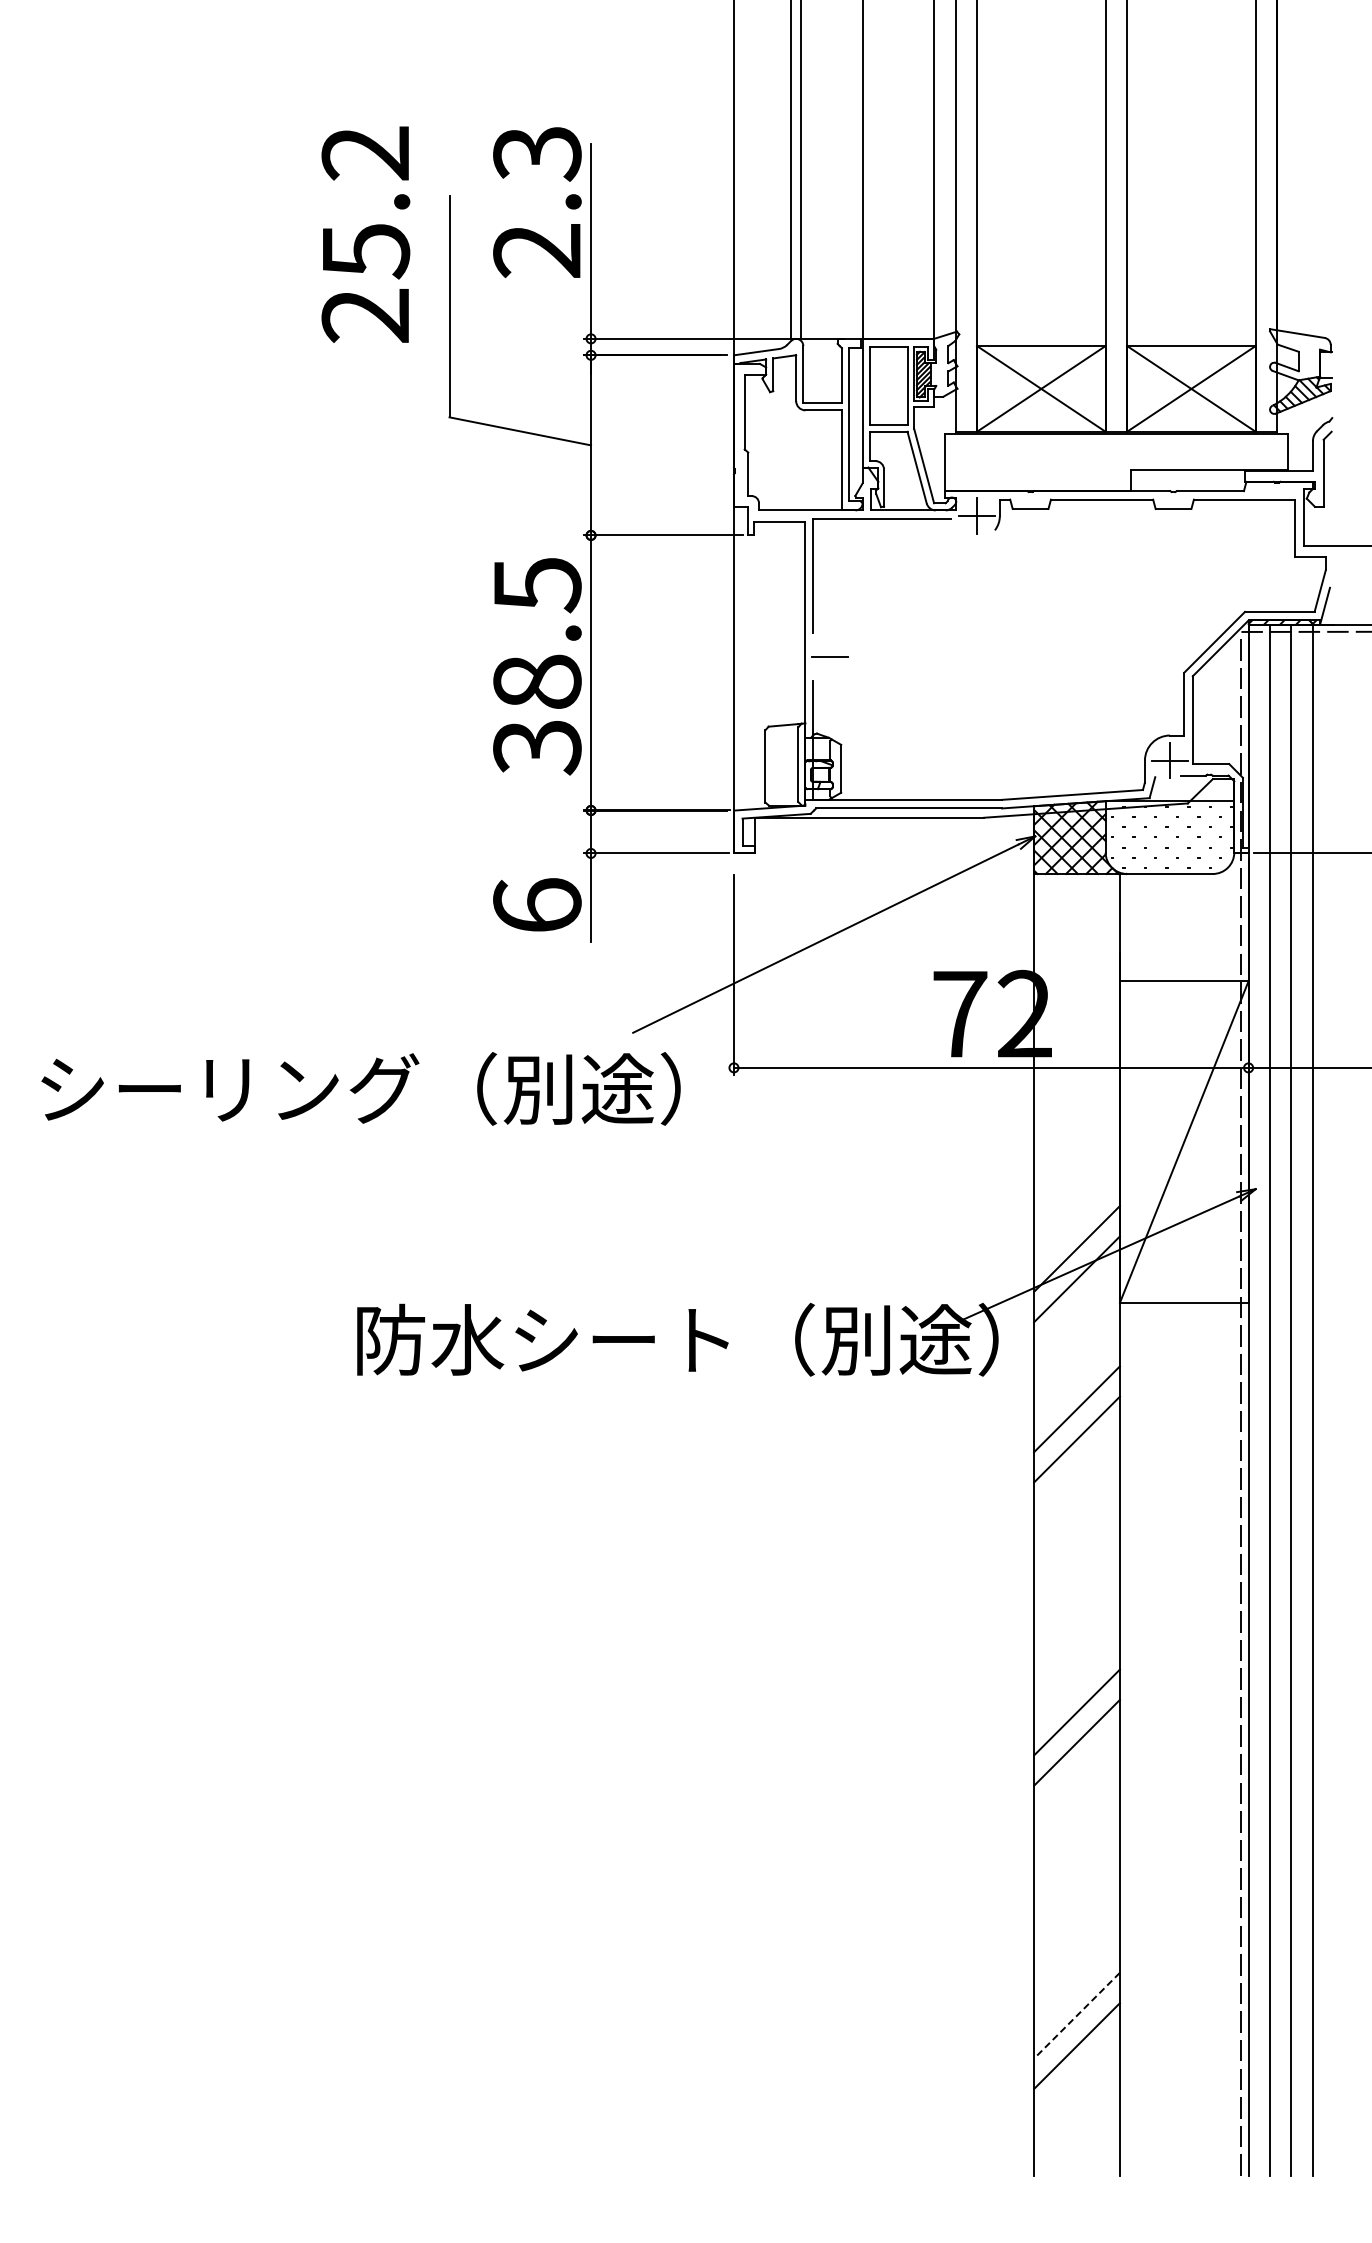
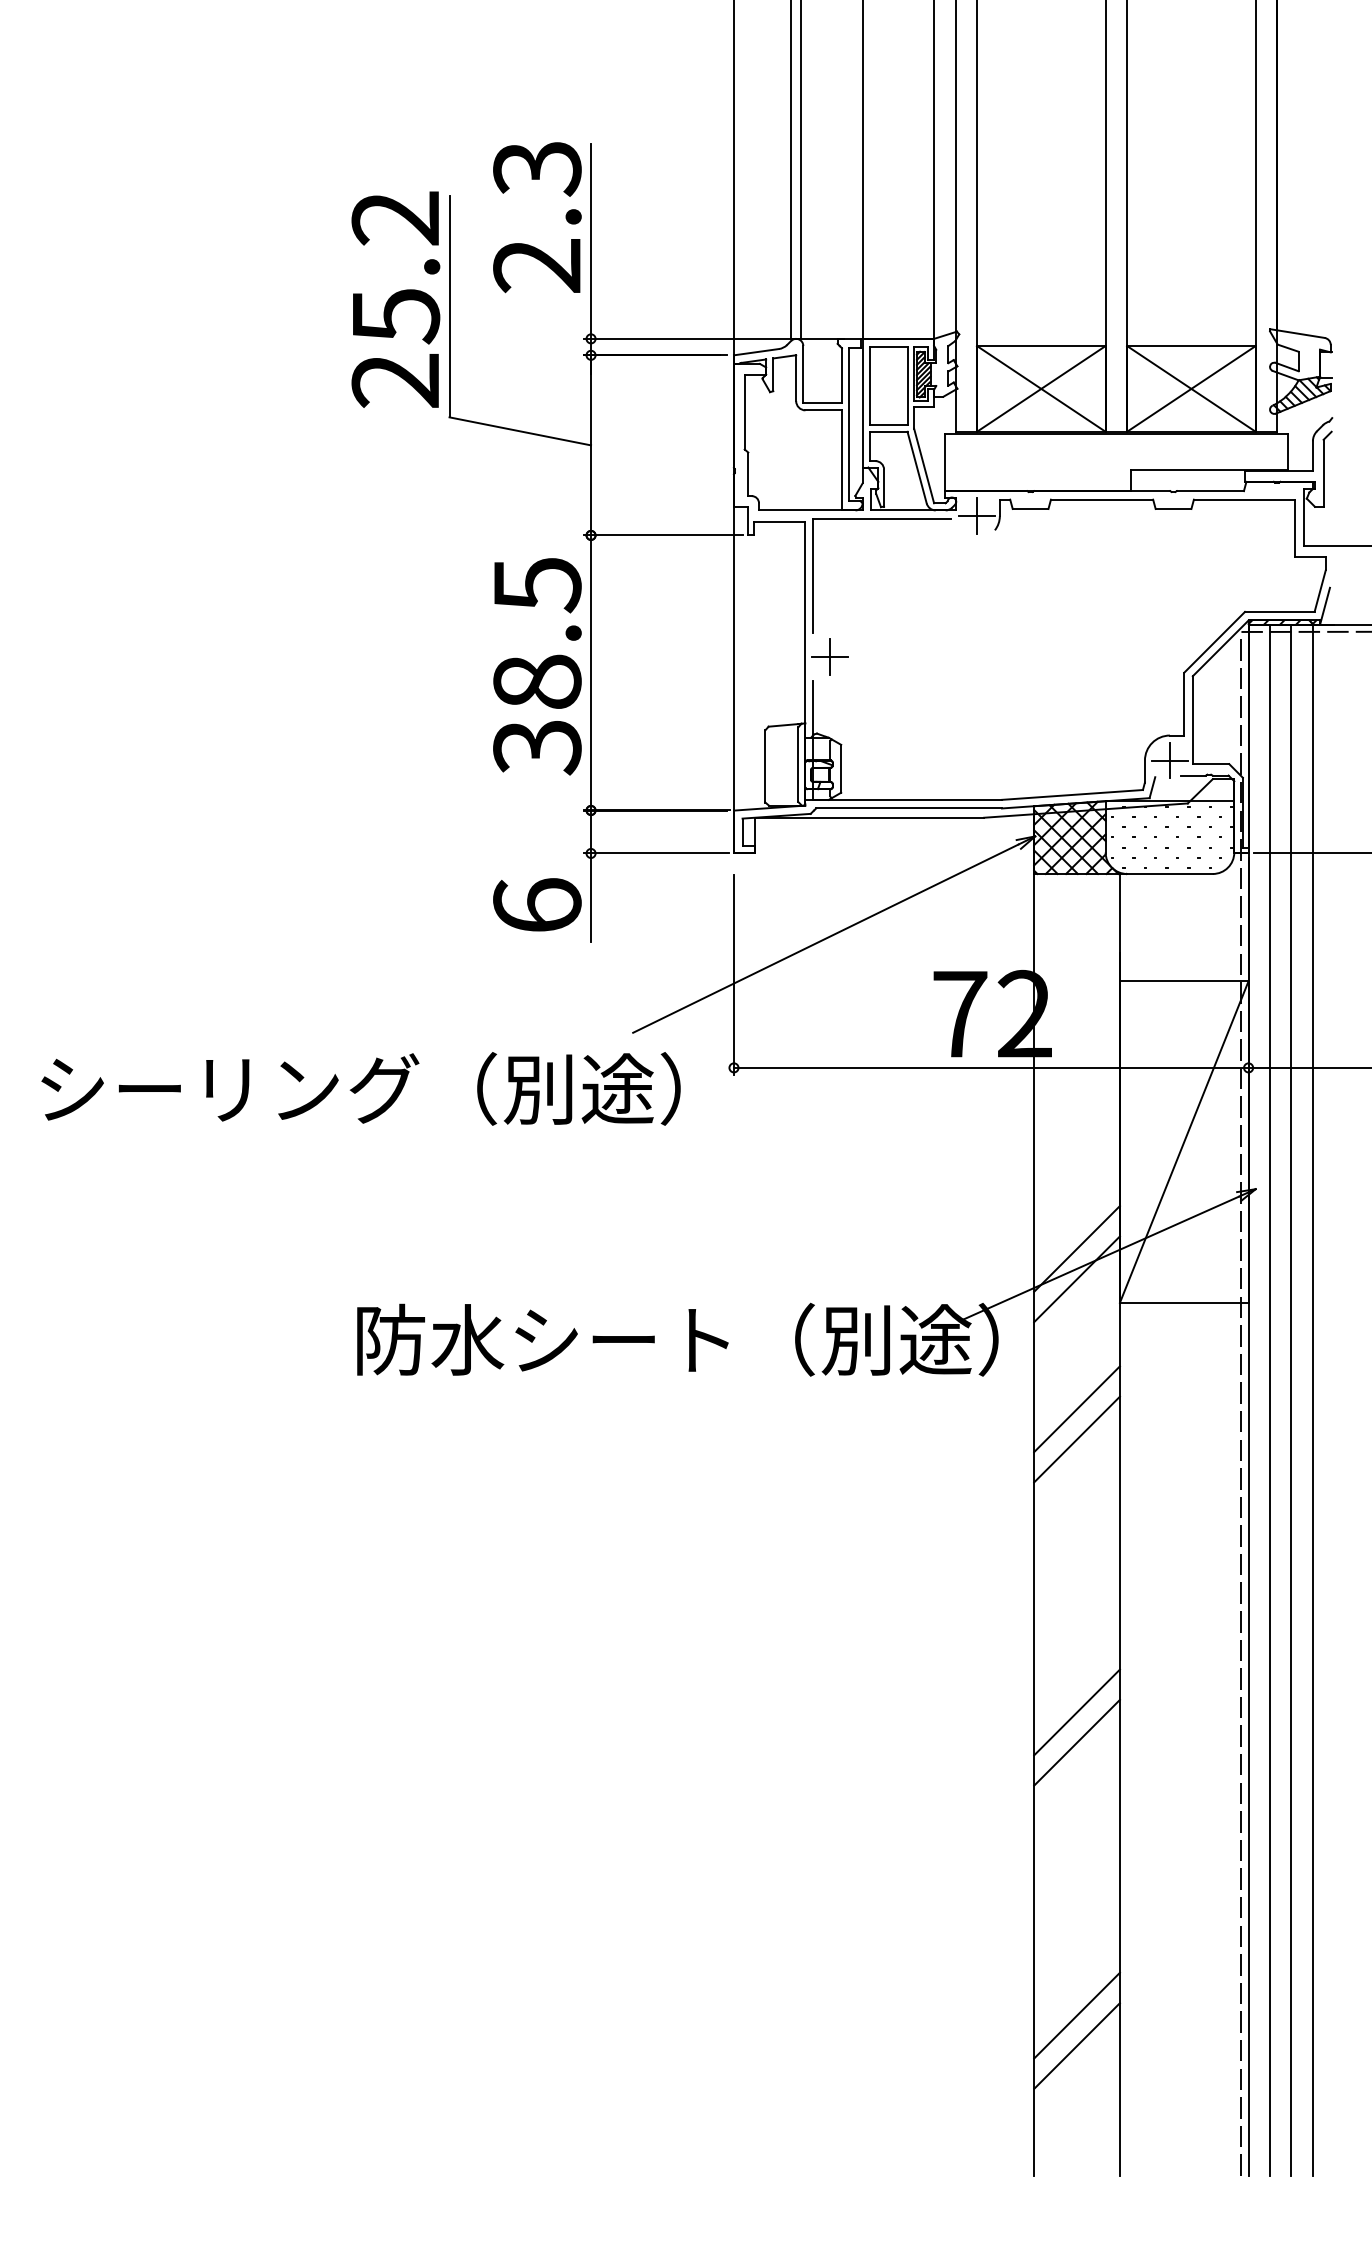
text at (537, 202) position: (537, 202) -> (537, 217)
text at (365, 234) position: (365, 234) -> (395, 299)
line at (829, 656): none -> present
line at (1077, 2015): dashed -> solid
